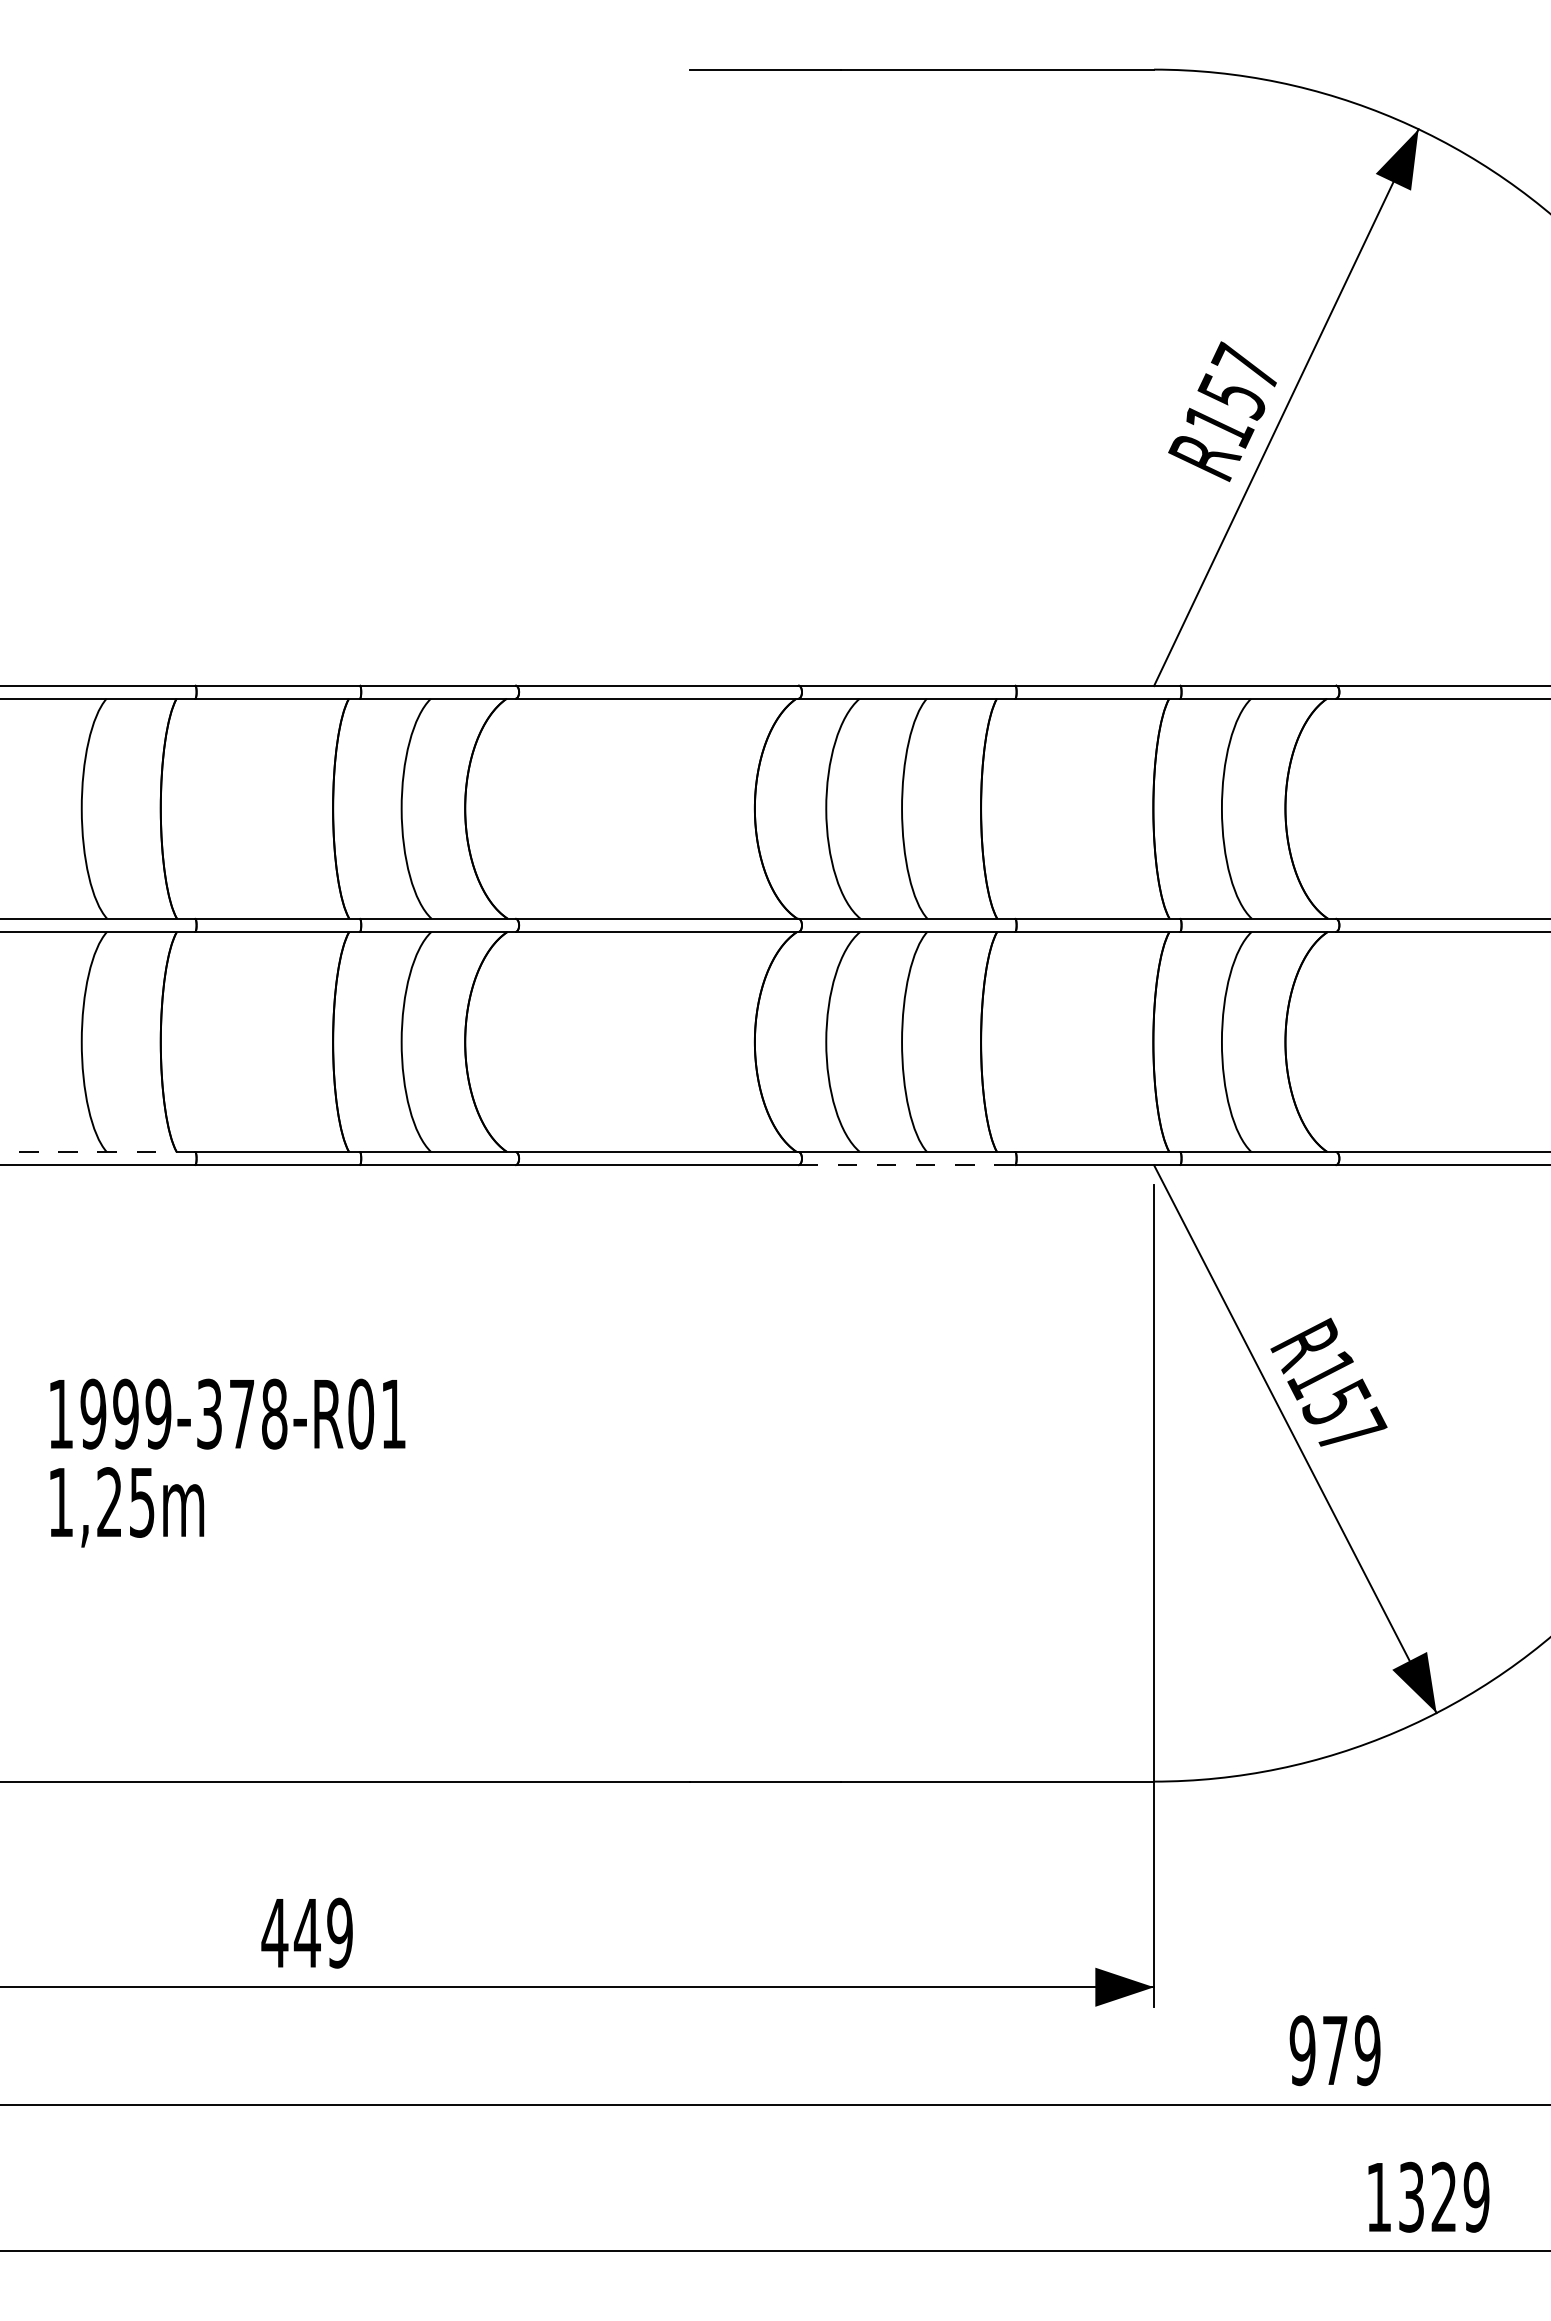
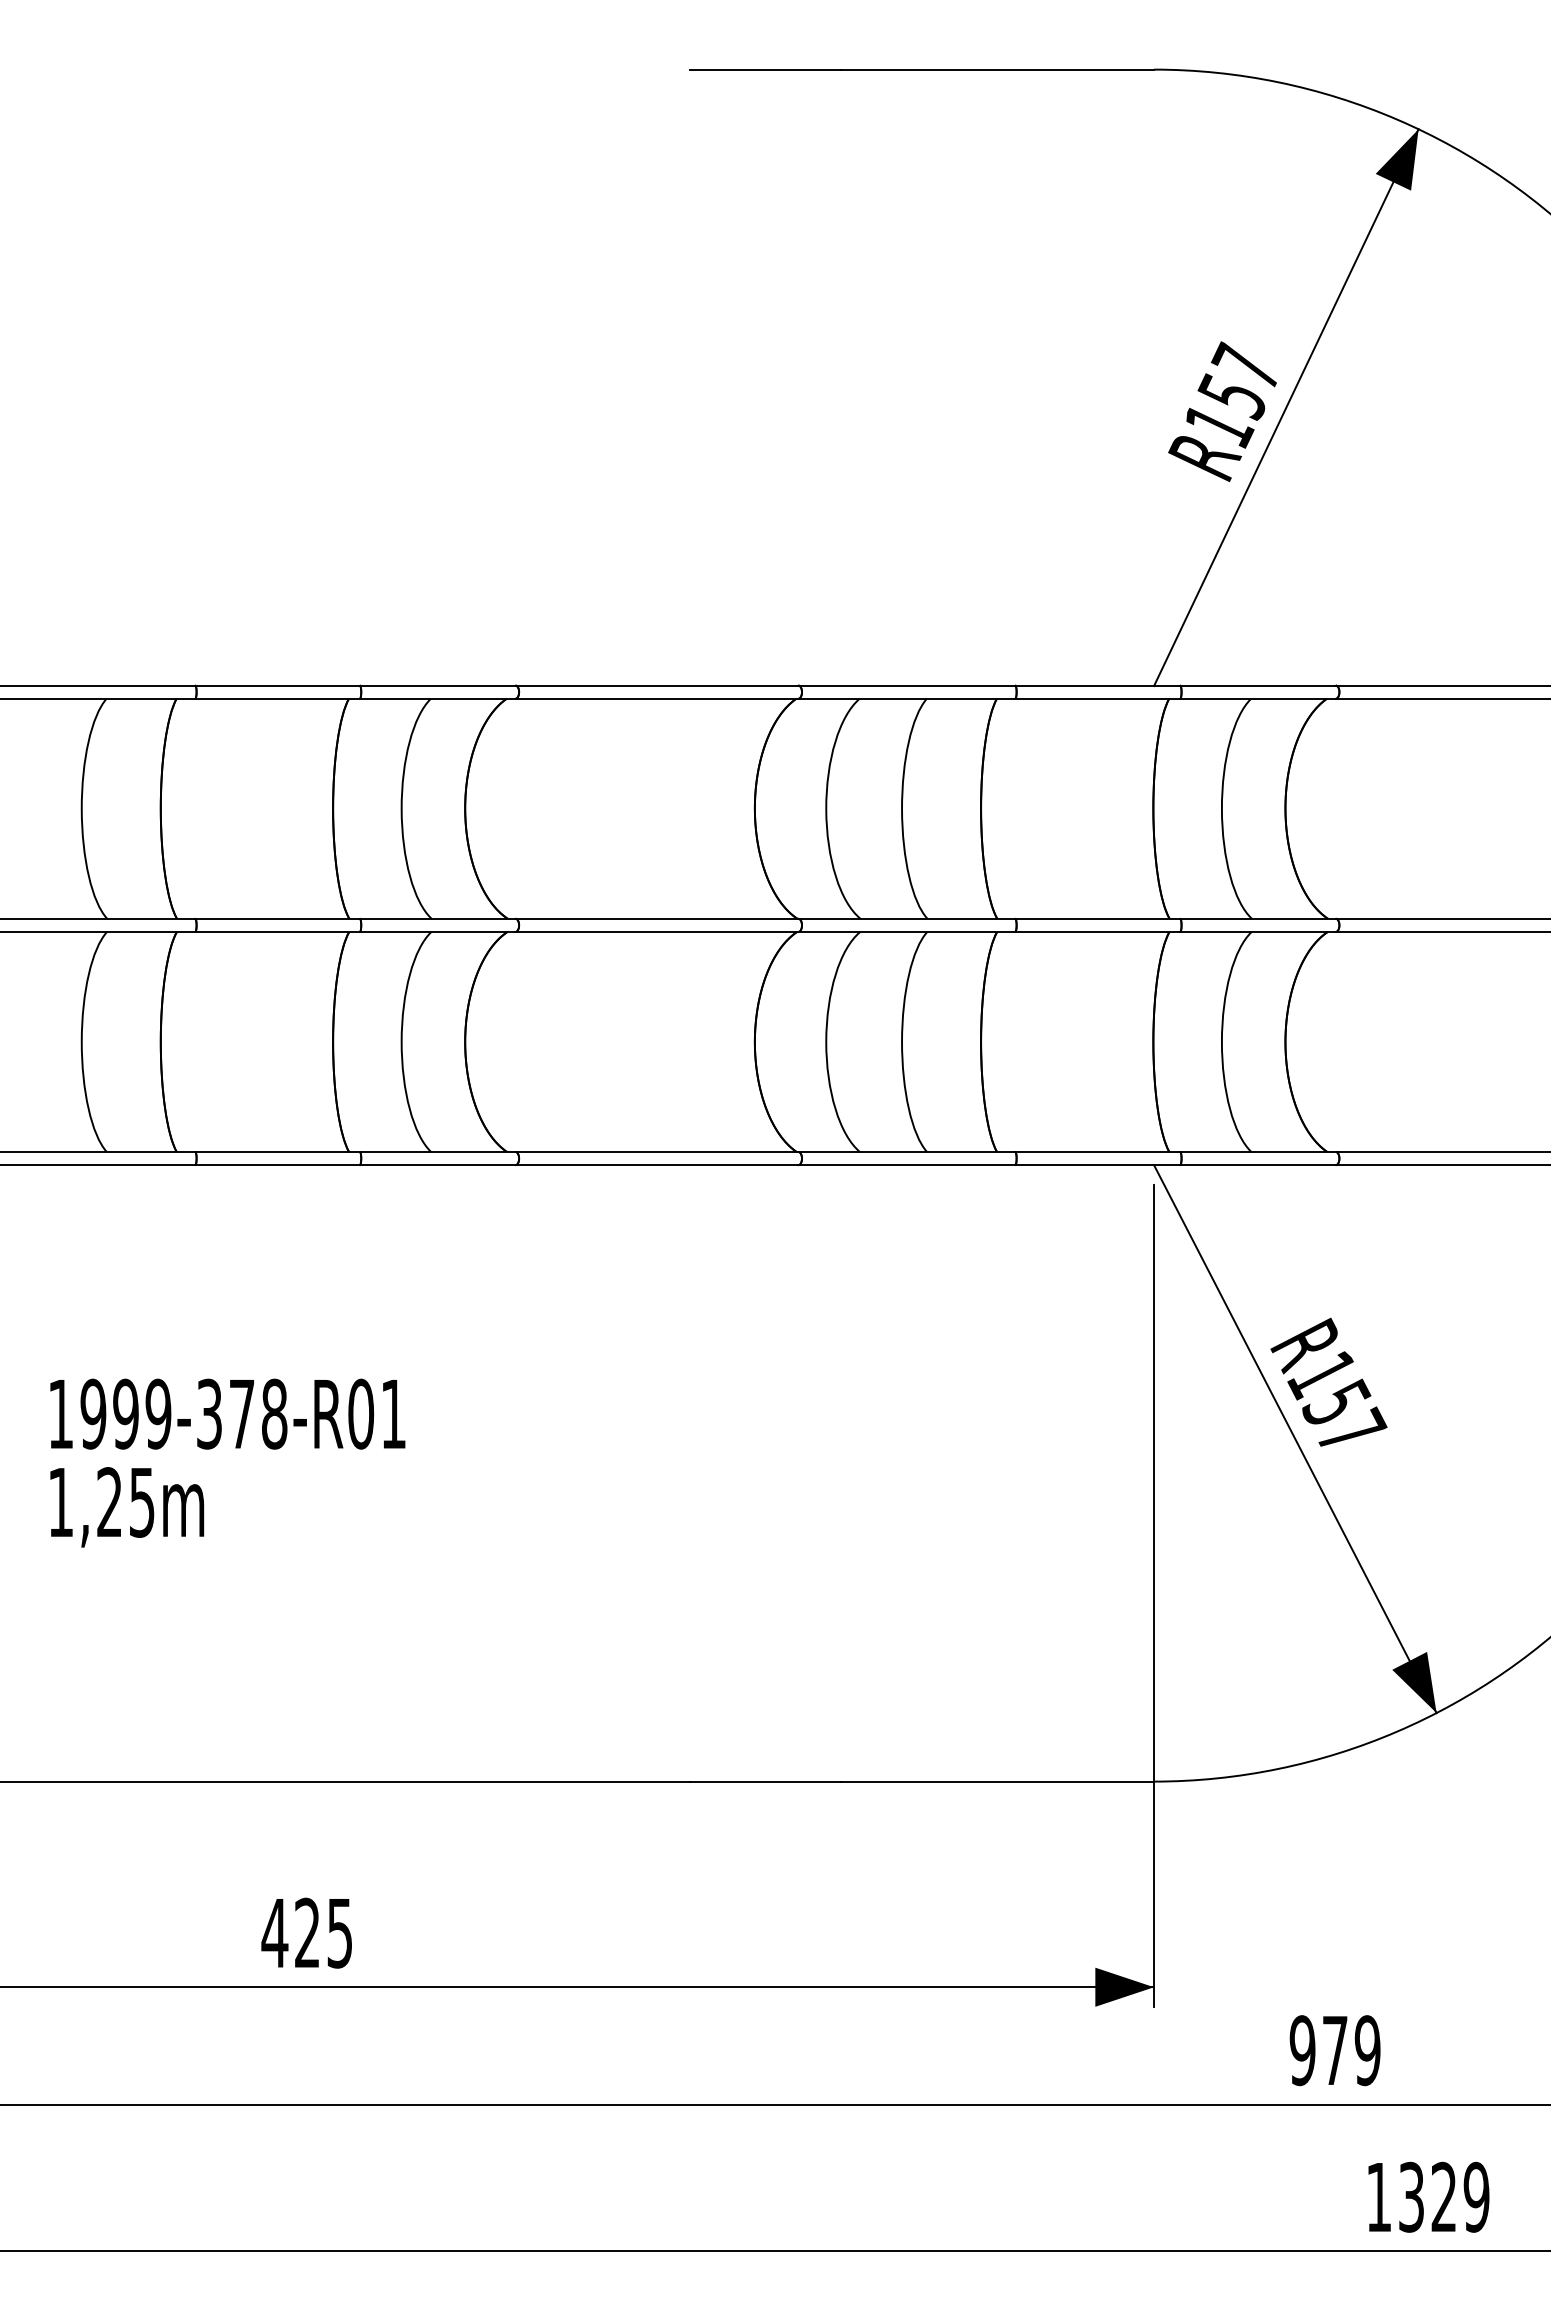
line at (97, 1151): dashed -> solid
line at (907, 1165): dashed -> solid
text at (322, 1932): 449 -> 425
